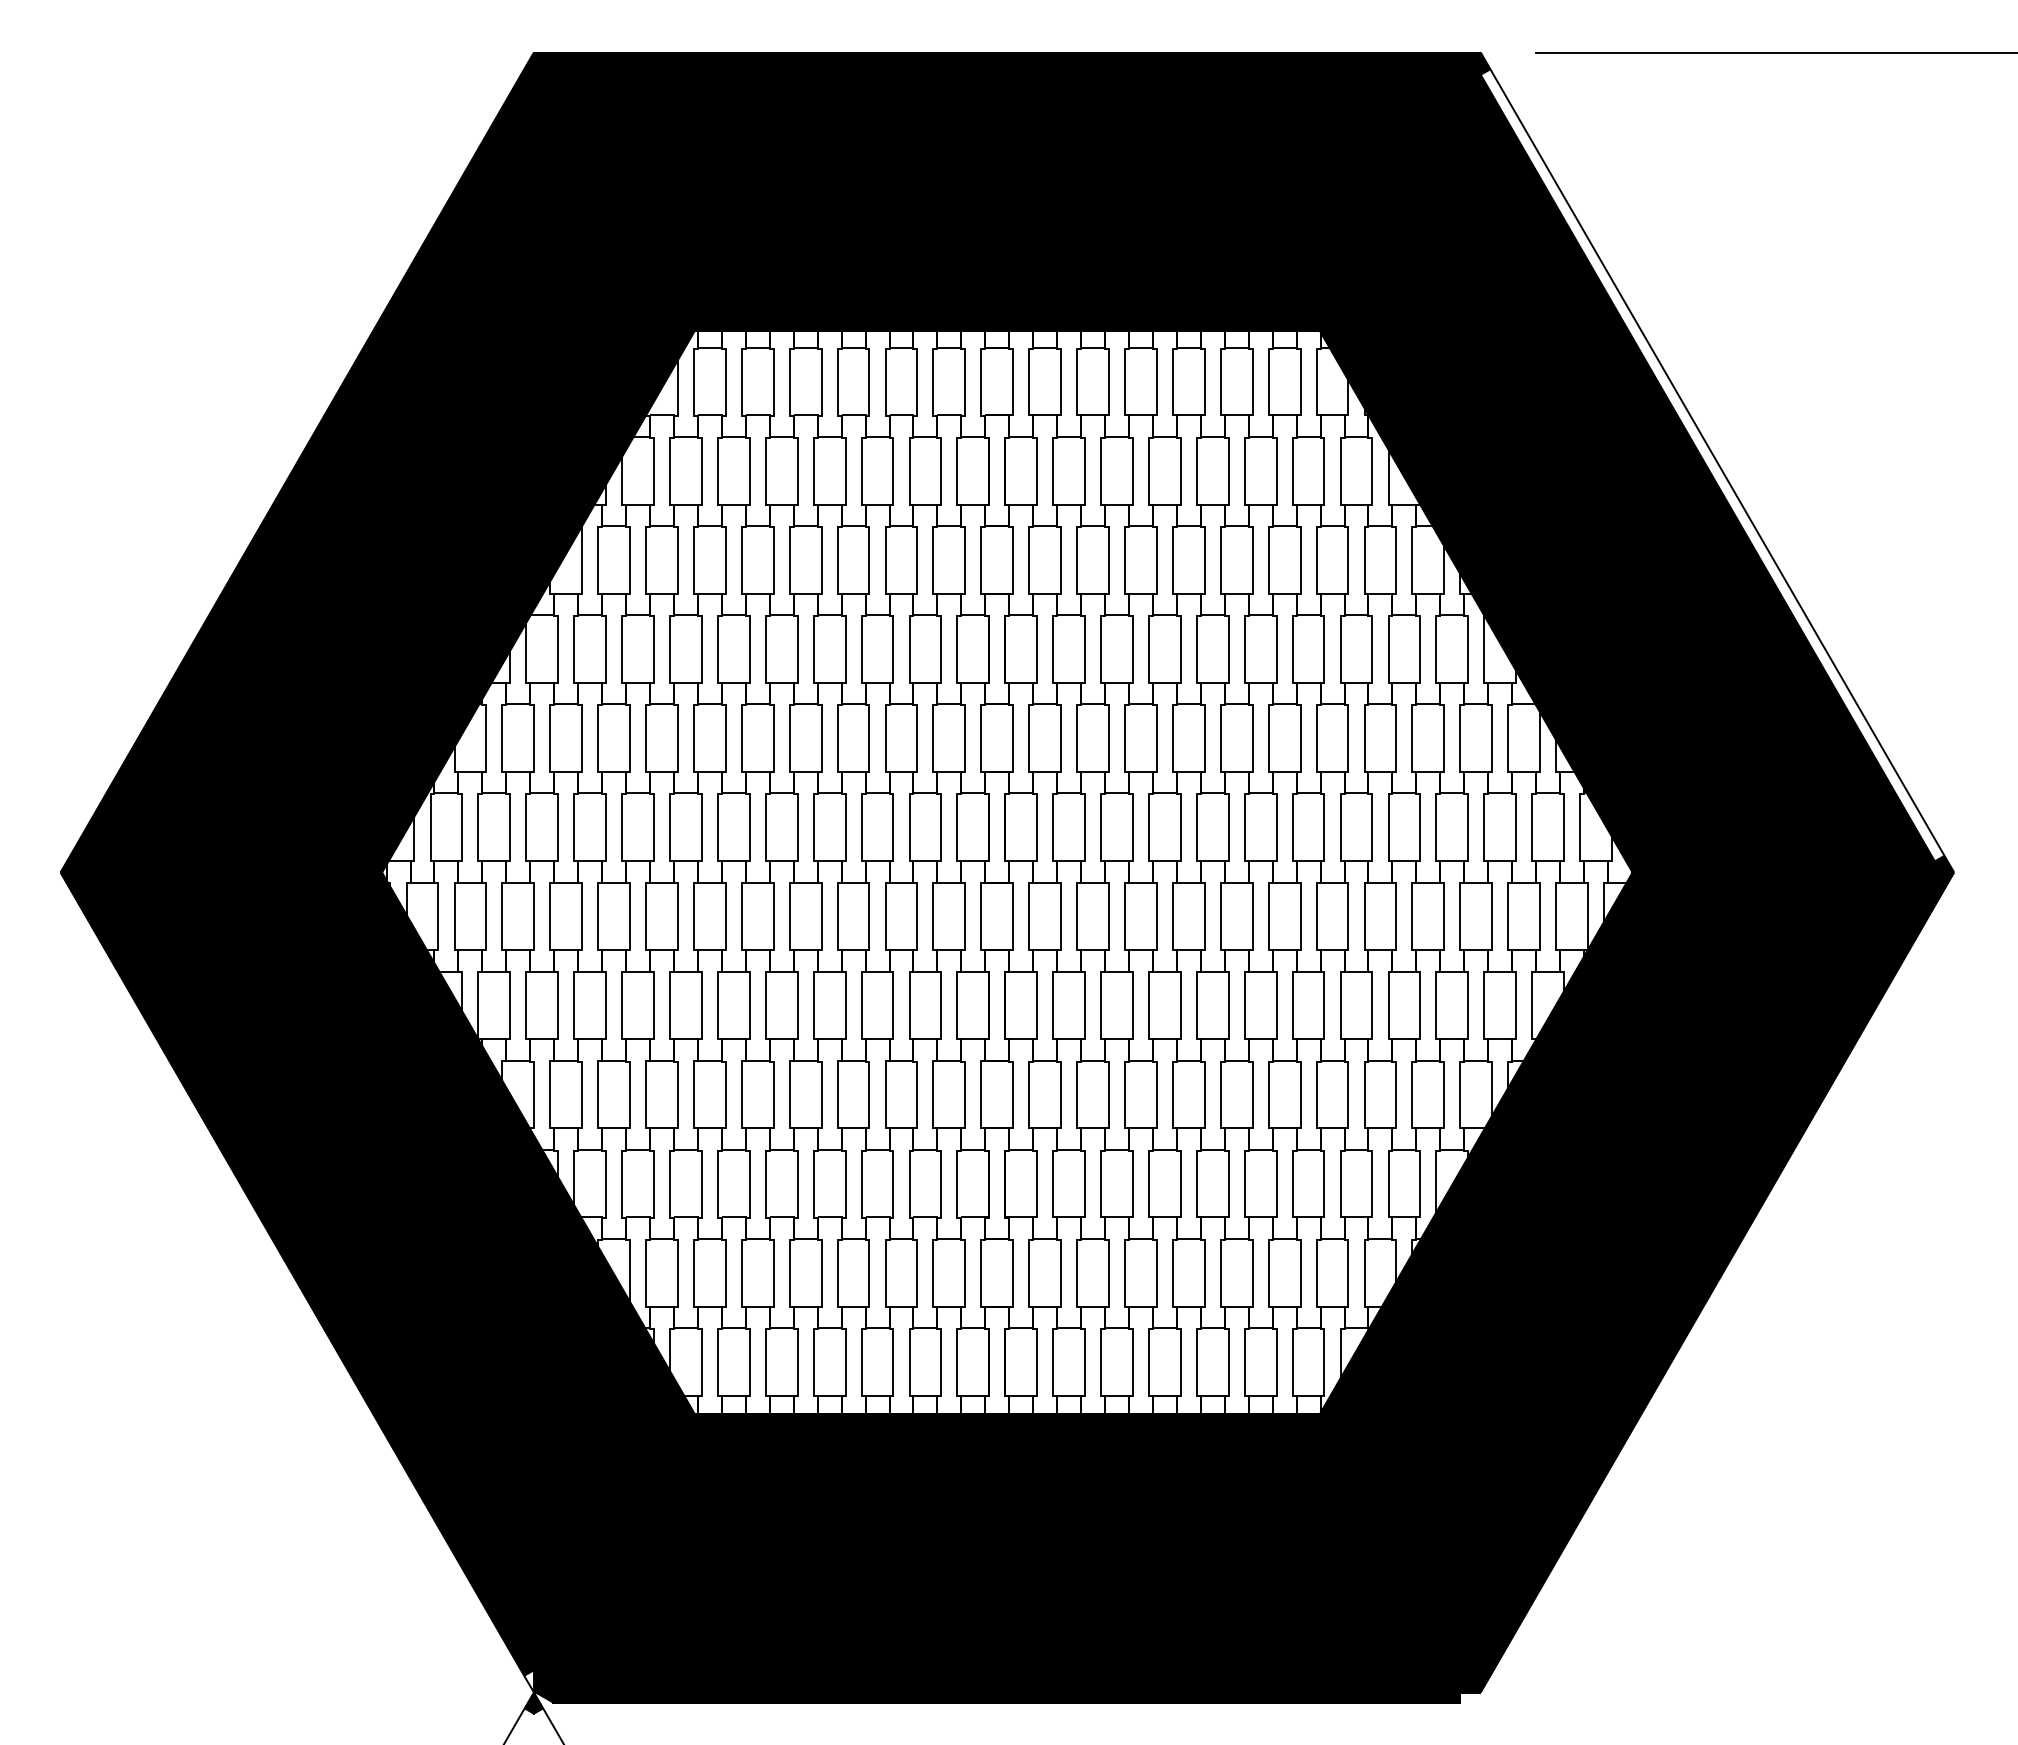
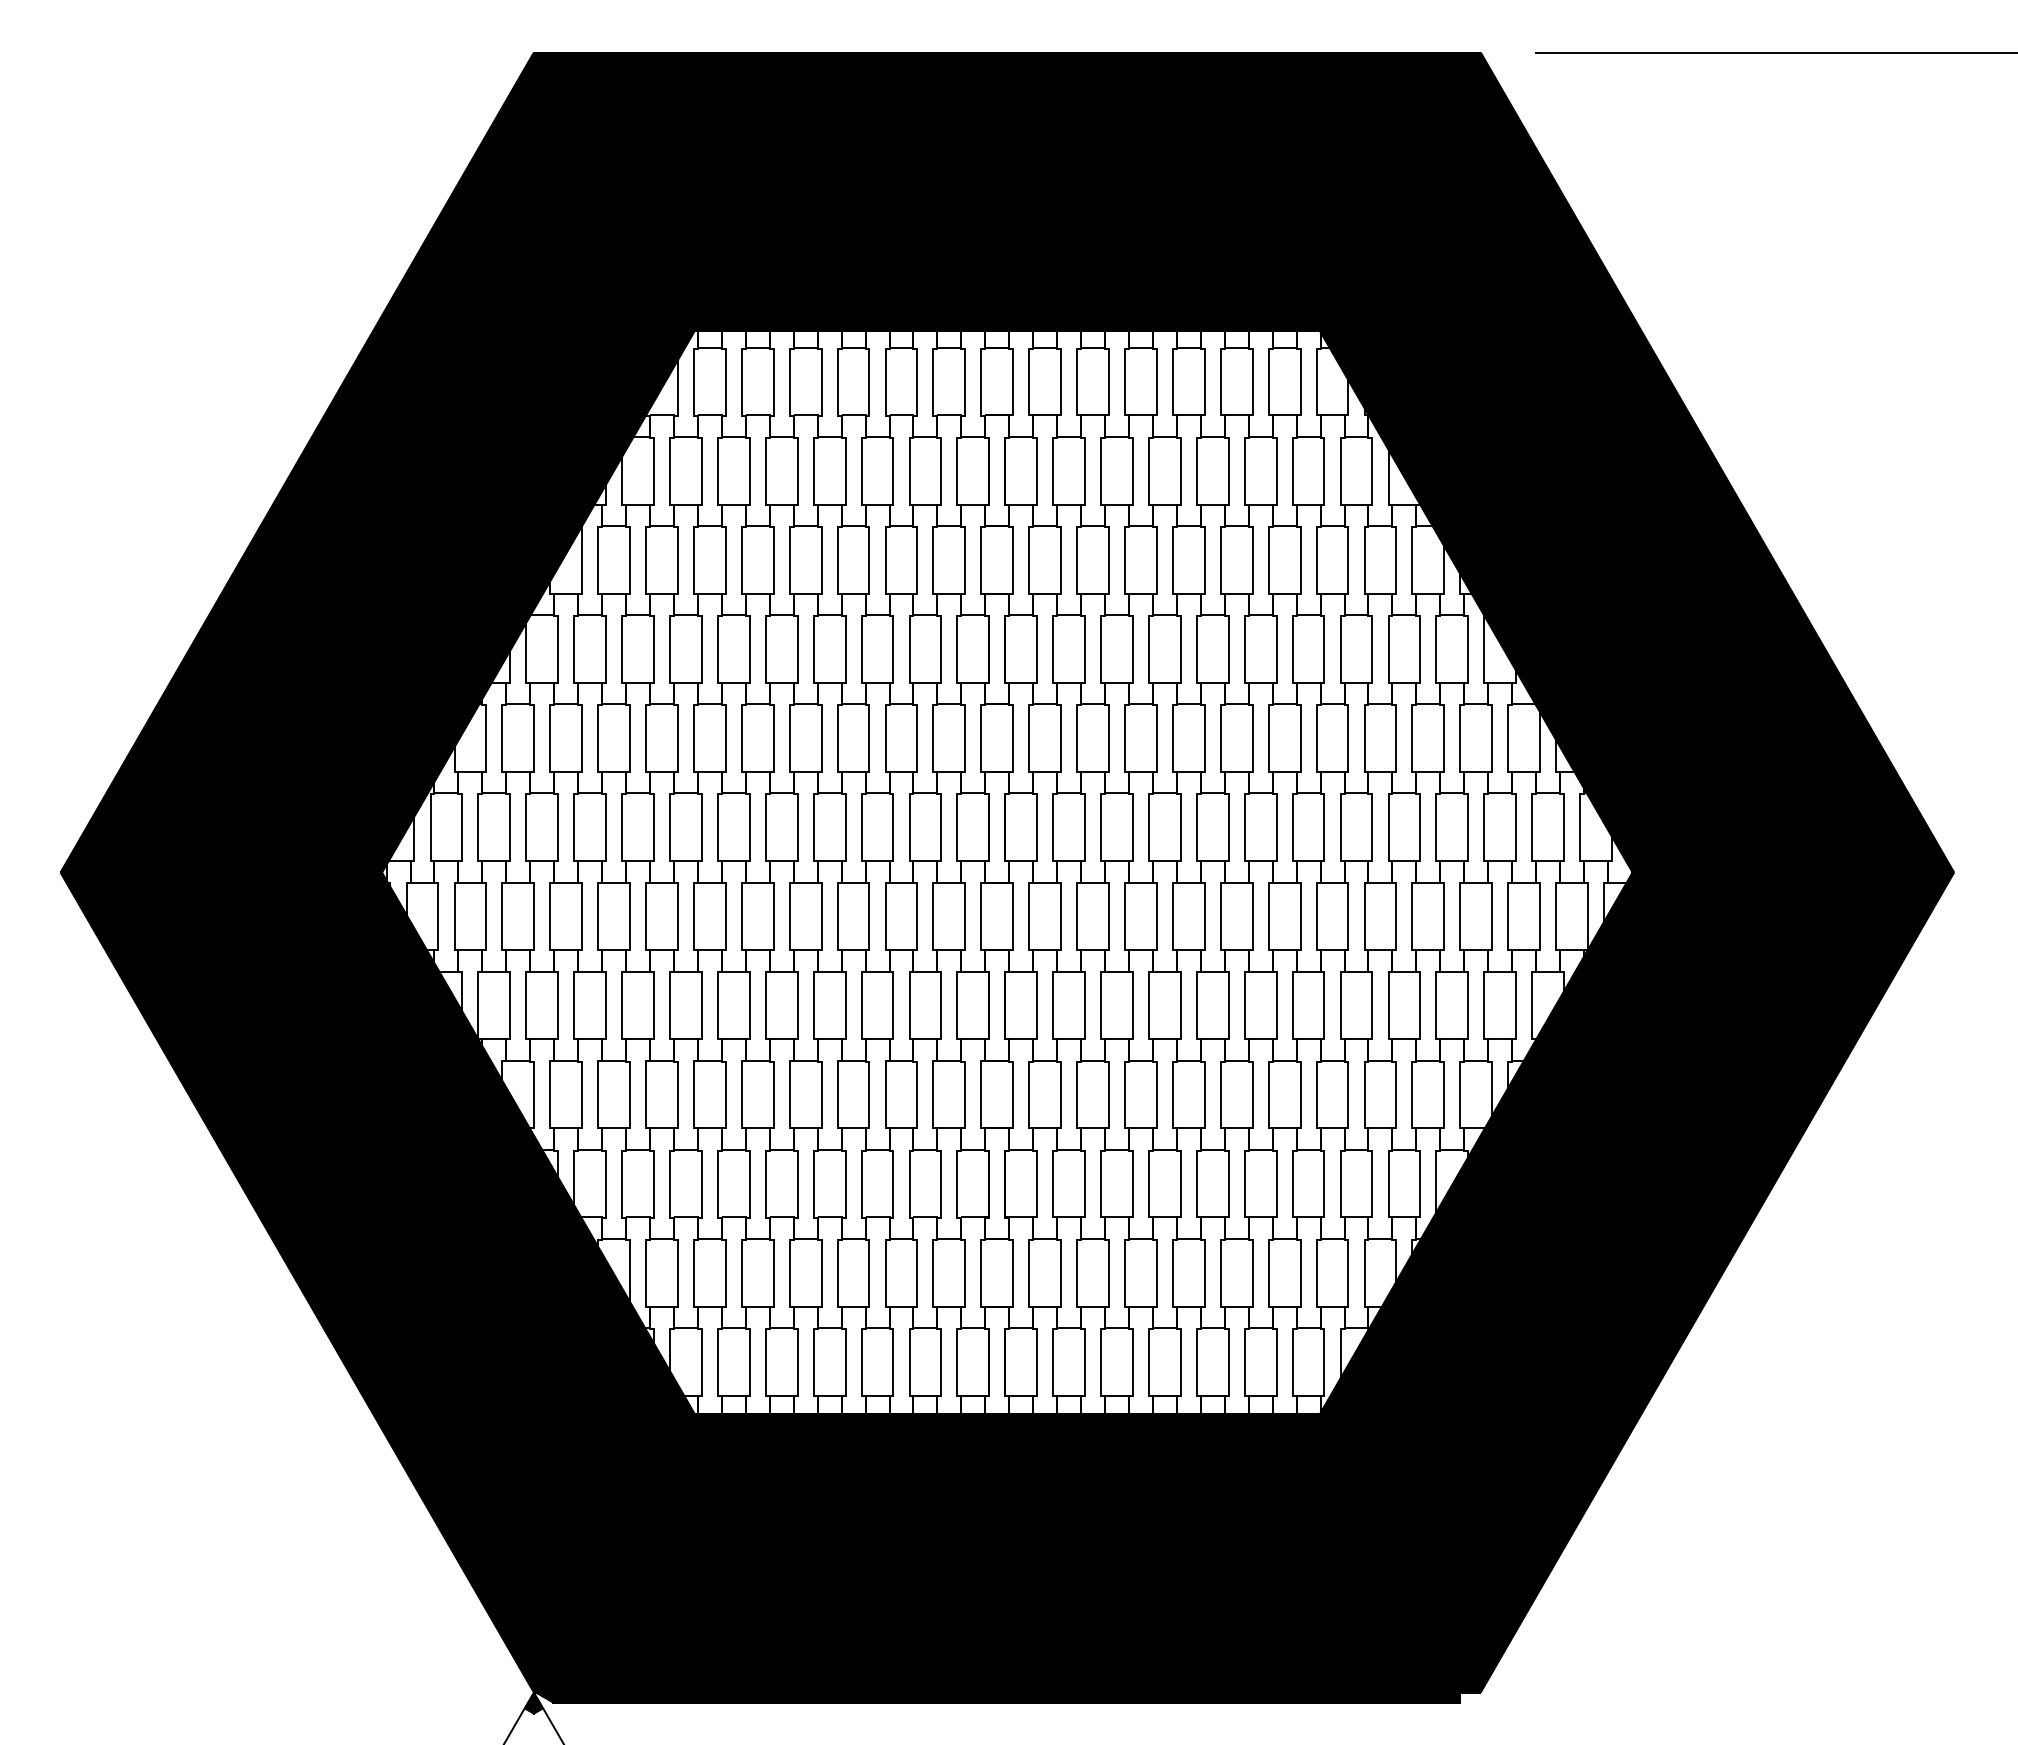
fill at (1712, 465): none -> present
fill at (528, 1681): none -> present
